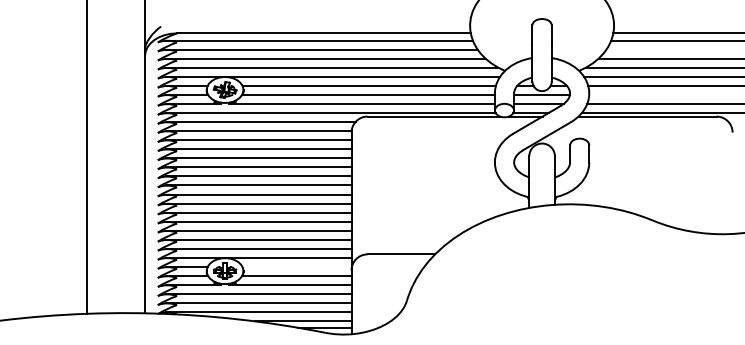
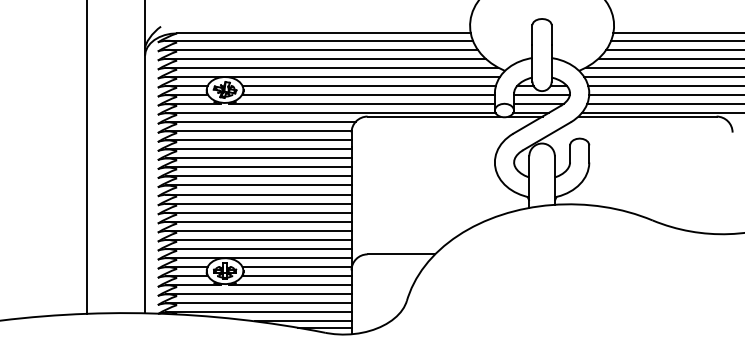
line at (673, 49): none -> present
line at (665, 94): none -> present
line at (296, 266): none -> present
